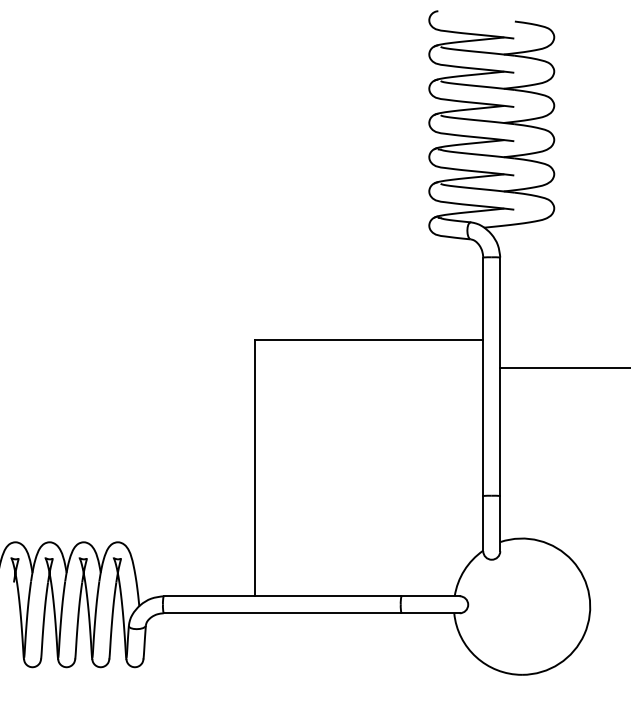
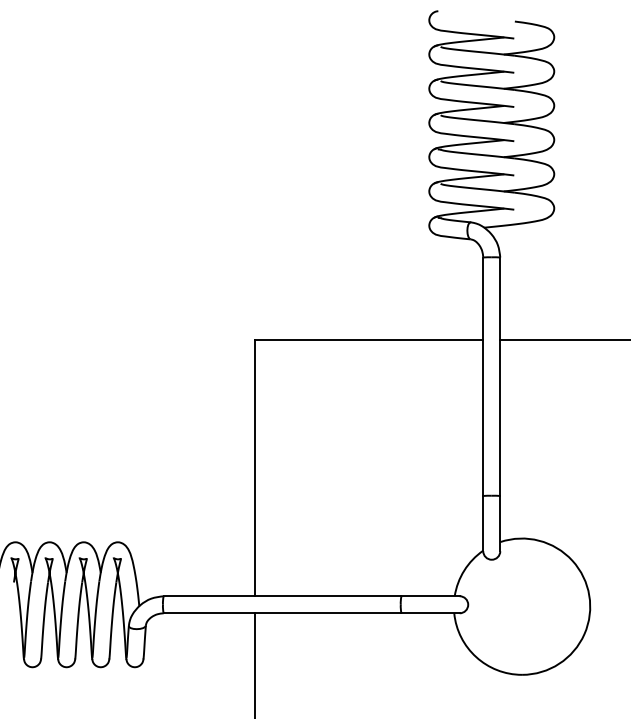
line at (563, 367) position: (563, 367) -> (563, 339)
line at (255, 664): none -> present
